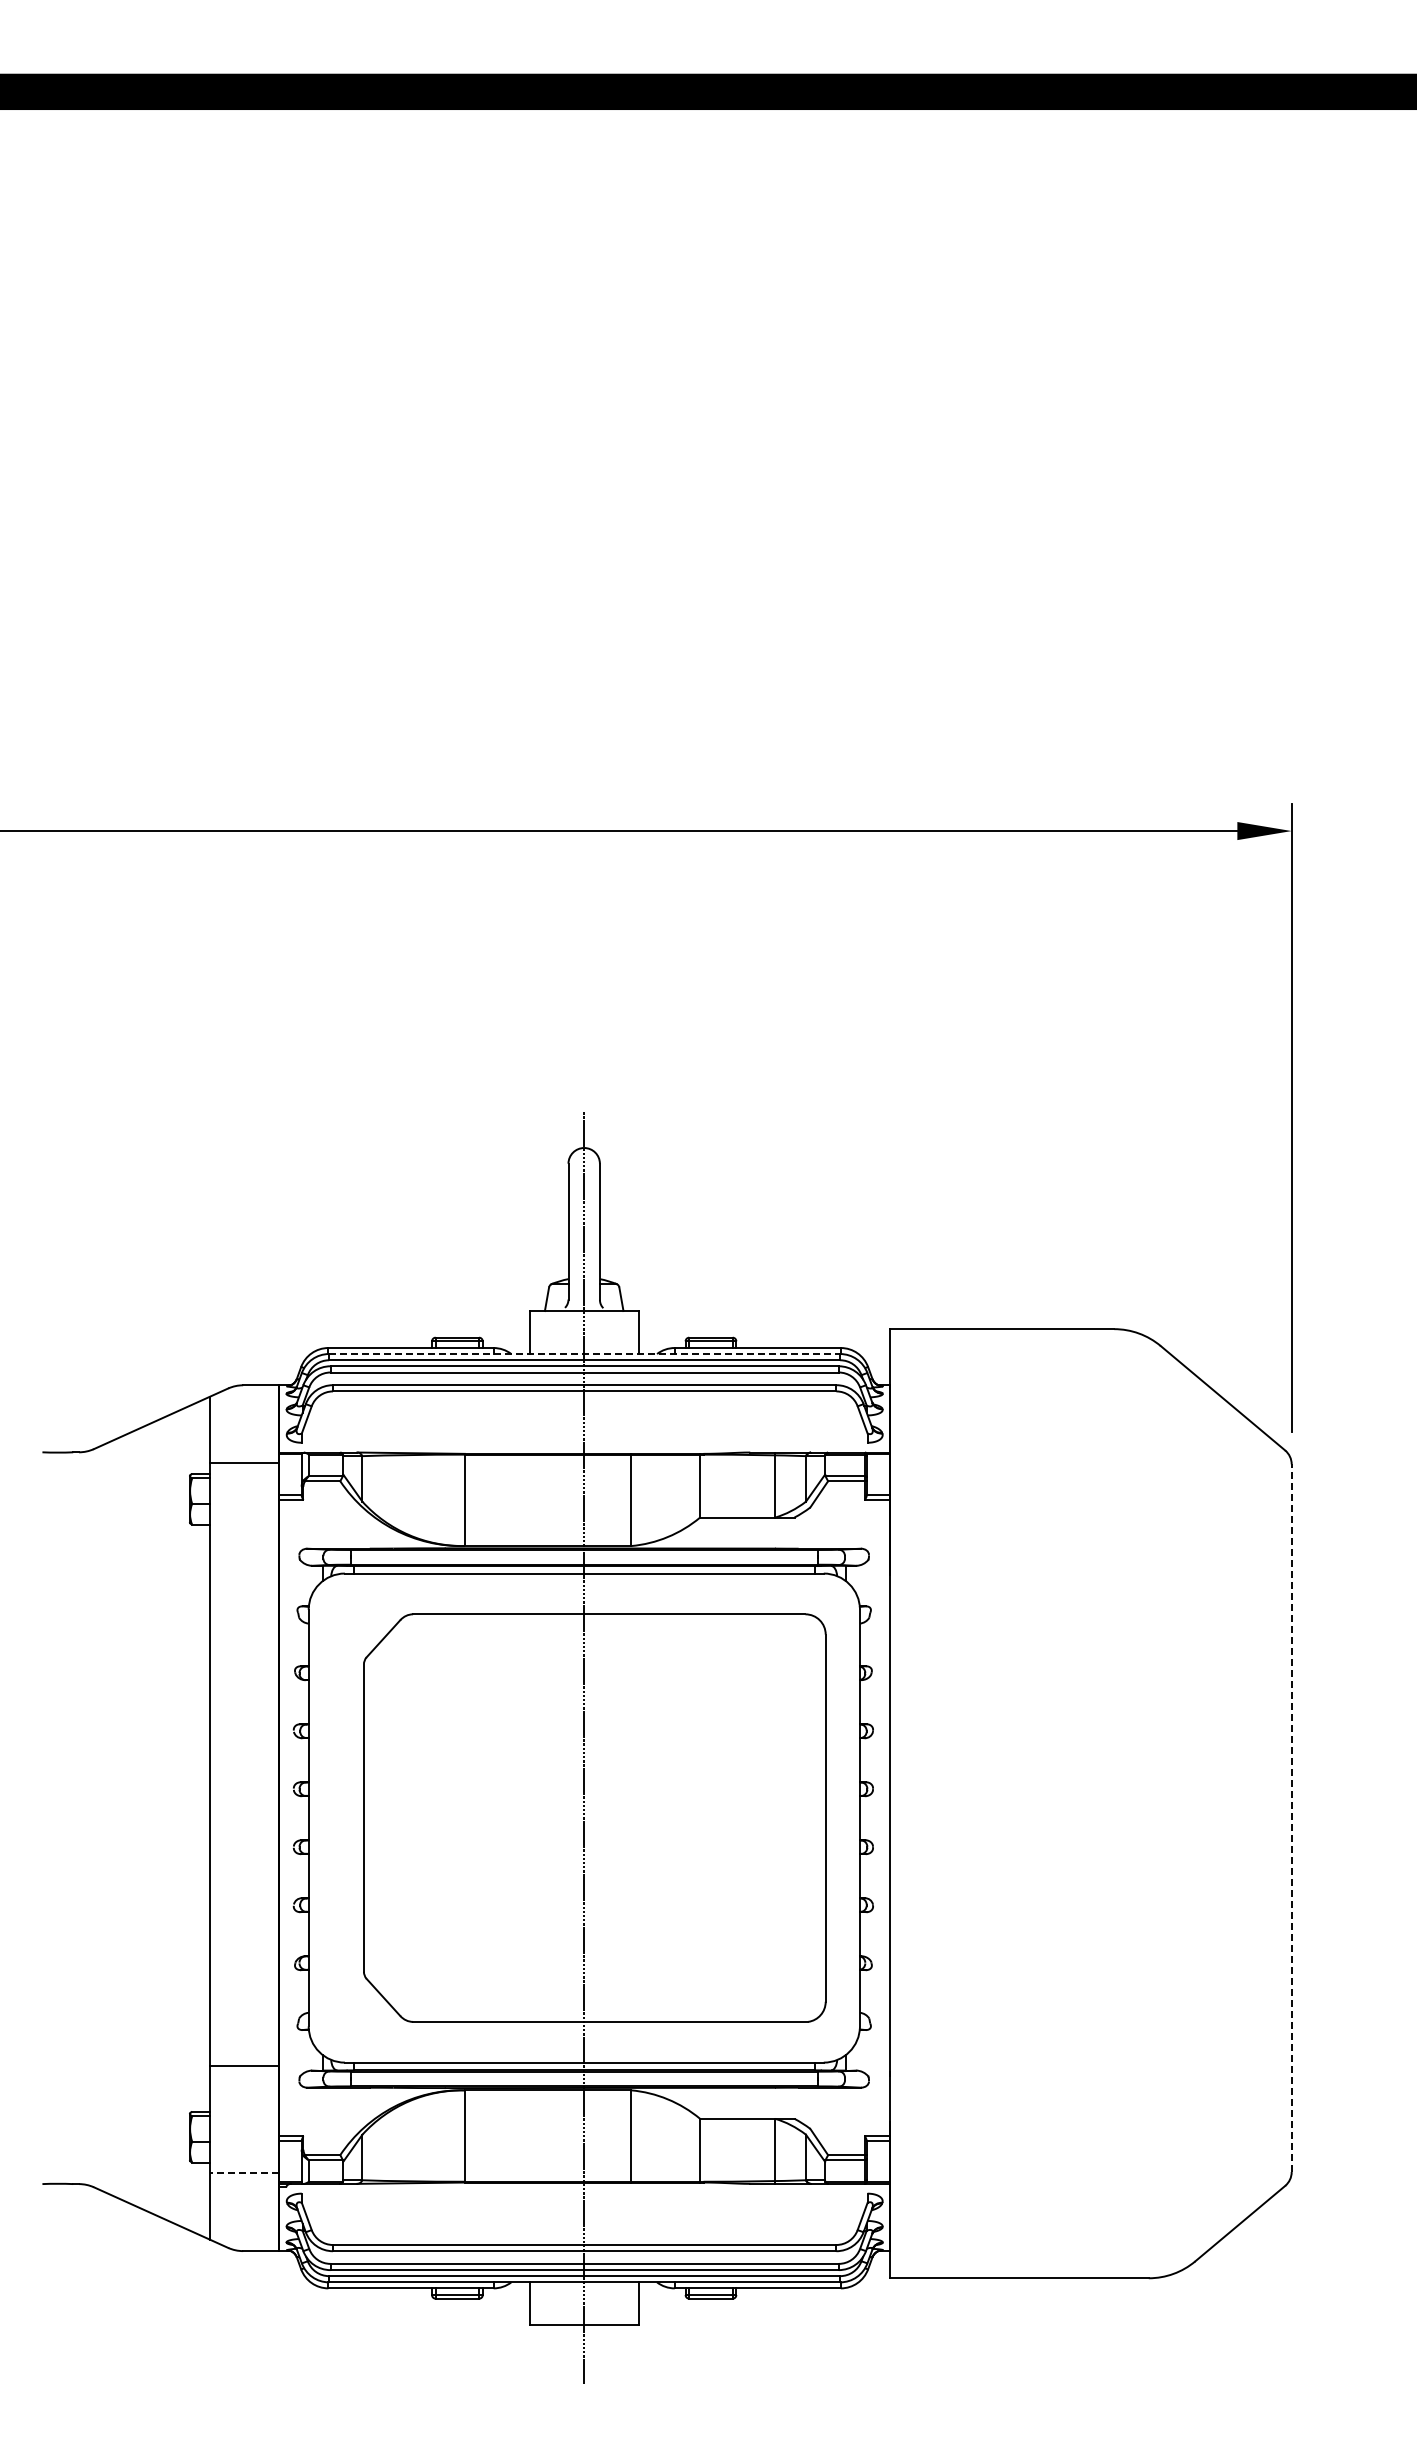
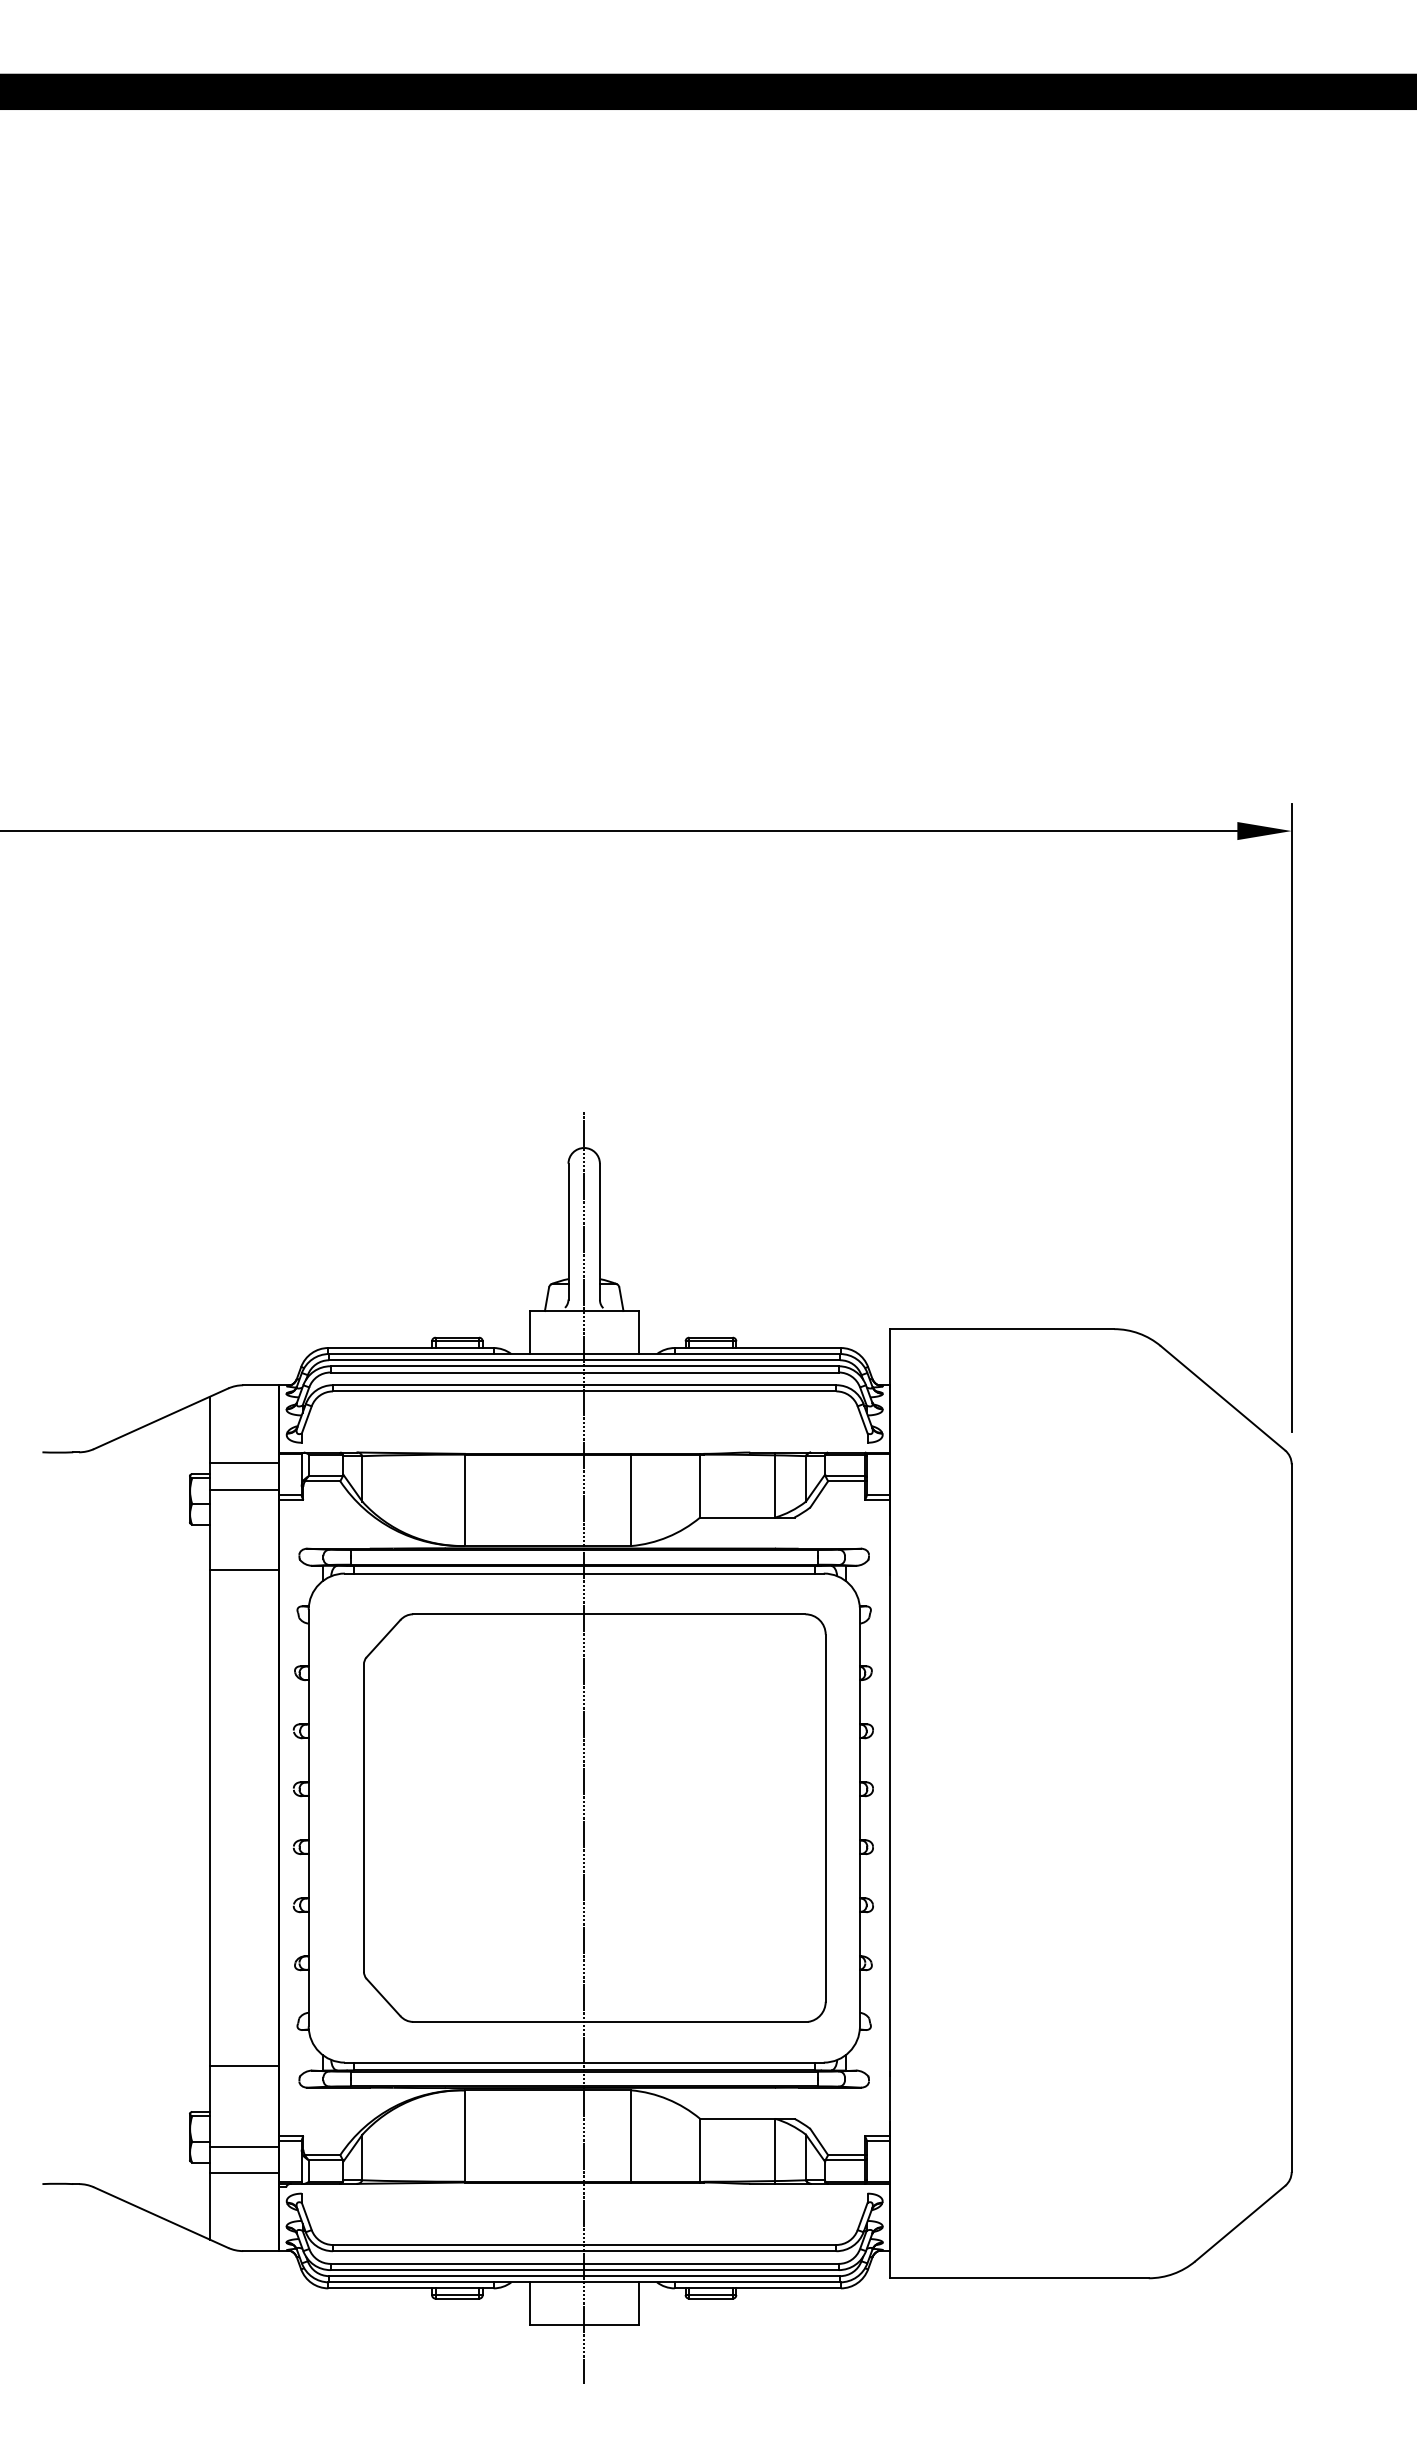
line at (584, 1354): dashed -> solid
line at (243, 1489): none -> present
line at (243, 1570): none -> present
line at (1291, 1818): dashed -> solid
line at (243, 2146): none -> present
line at (243, 2173): dashed -> solid
